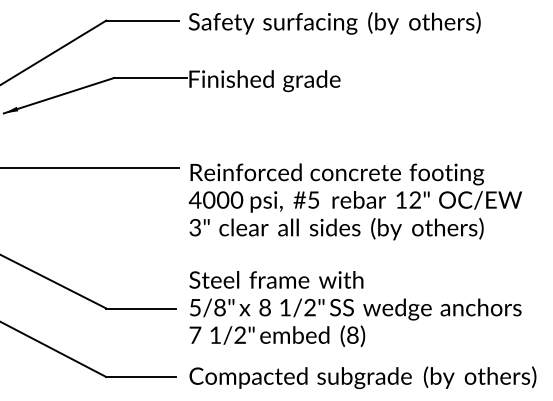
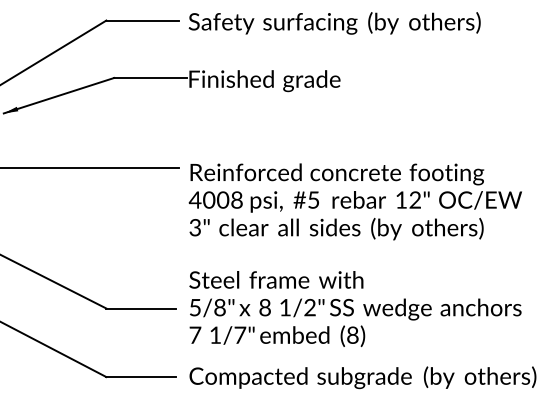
text at (236, 200): 4000 -> 4008
text at (240, 334): 1/2" -> 1/7"
